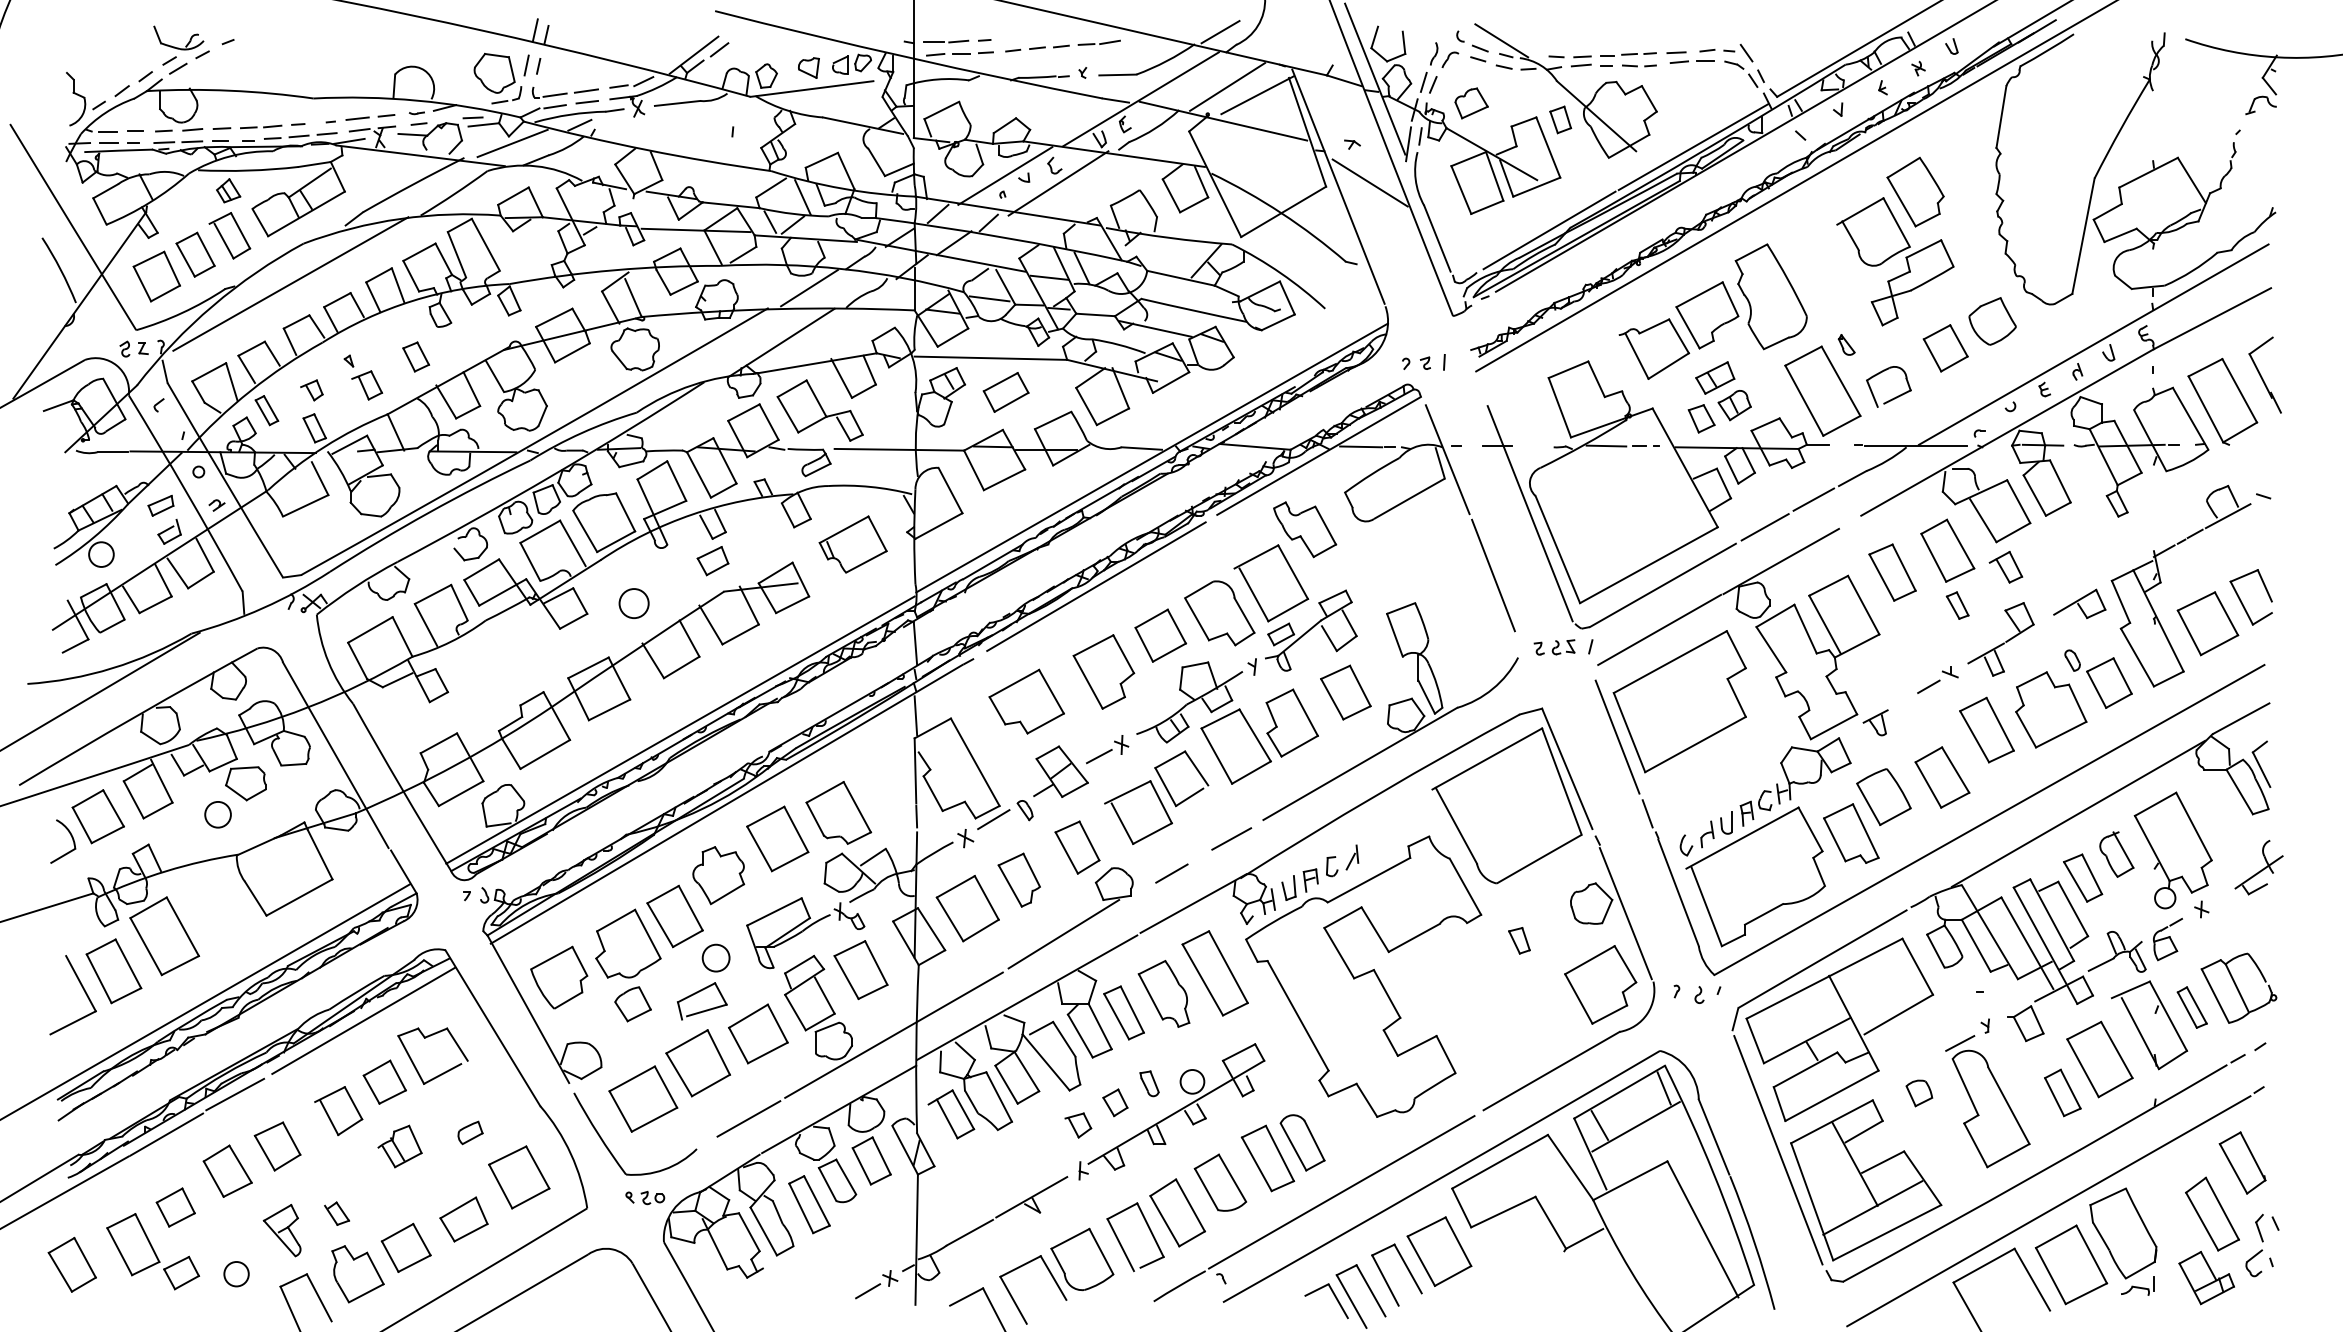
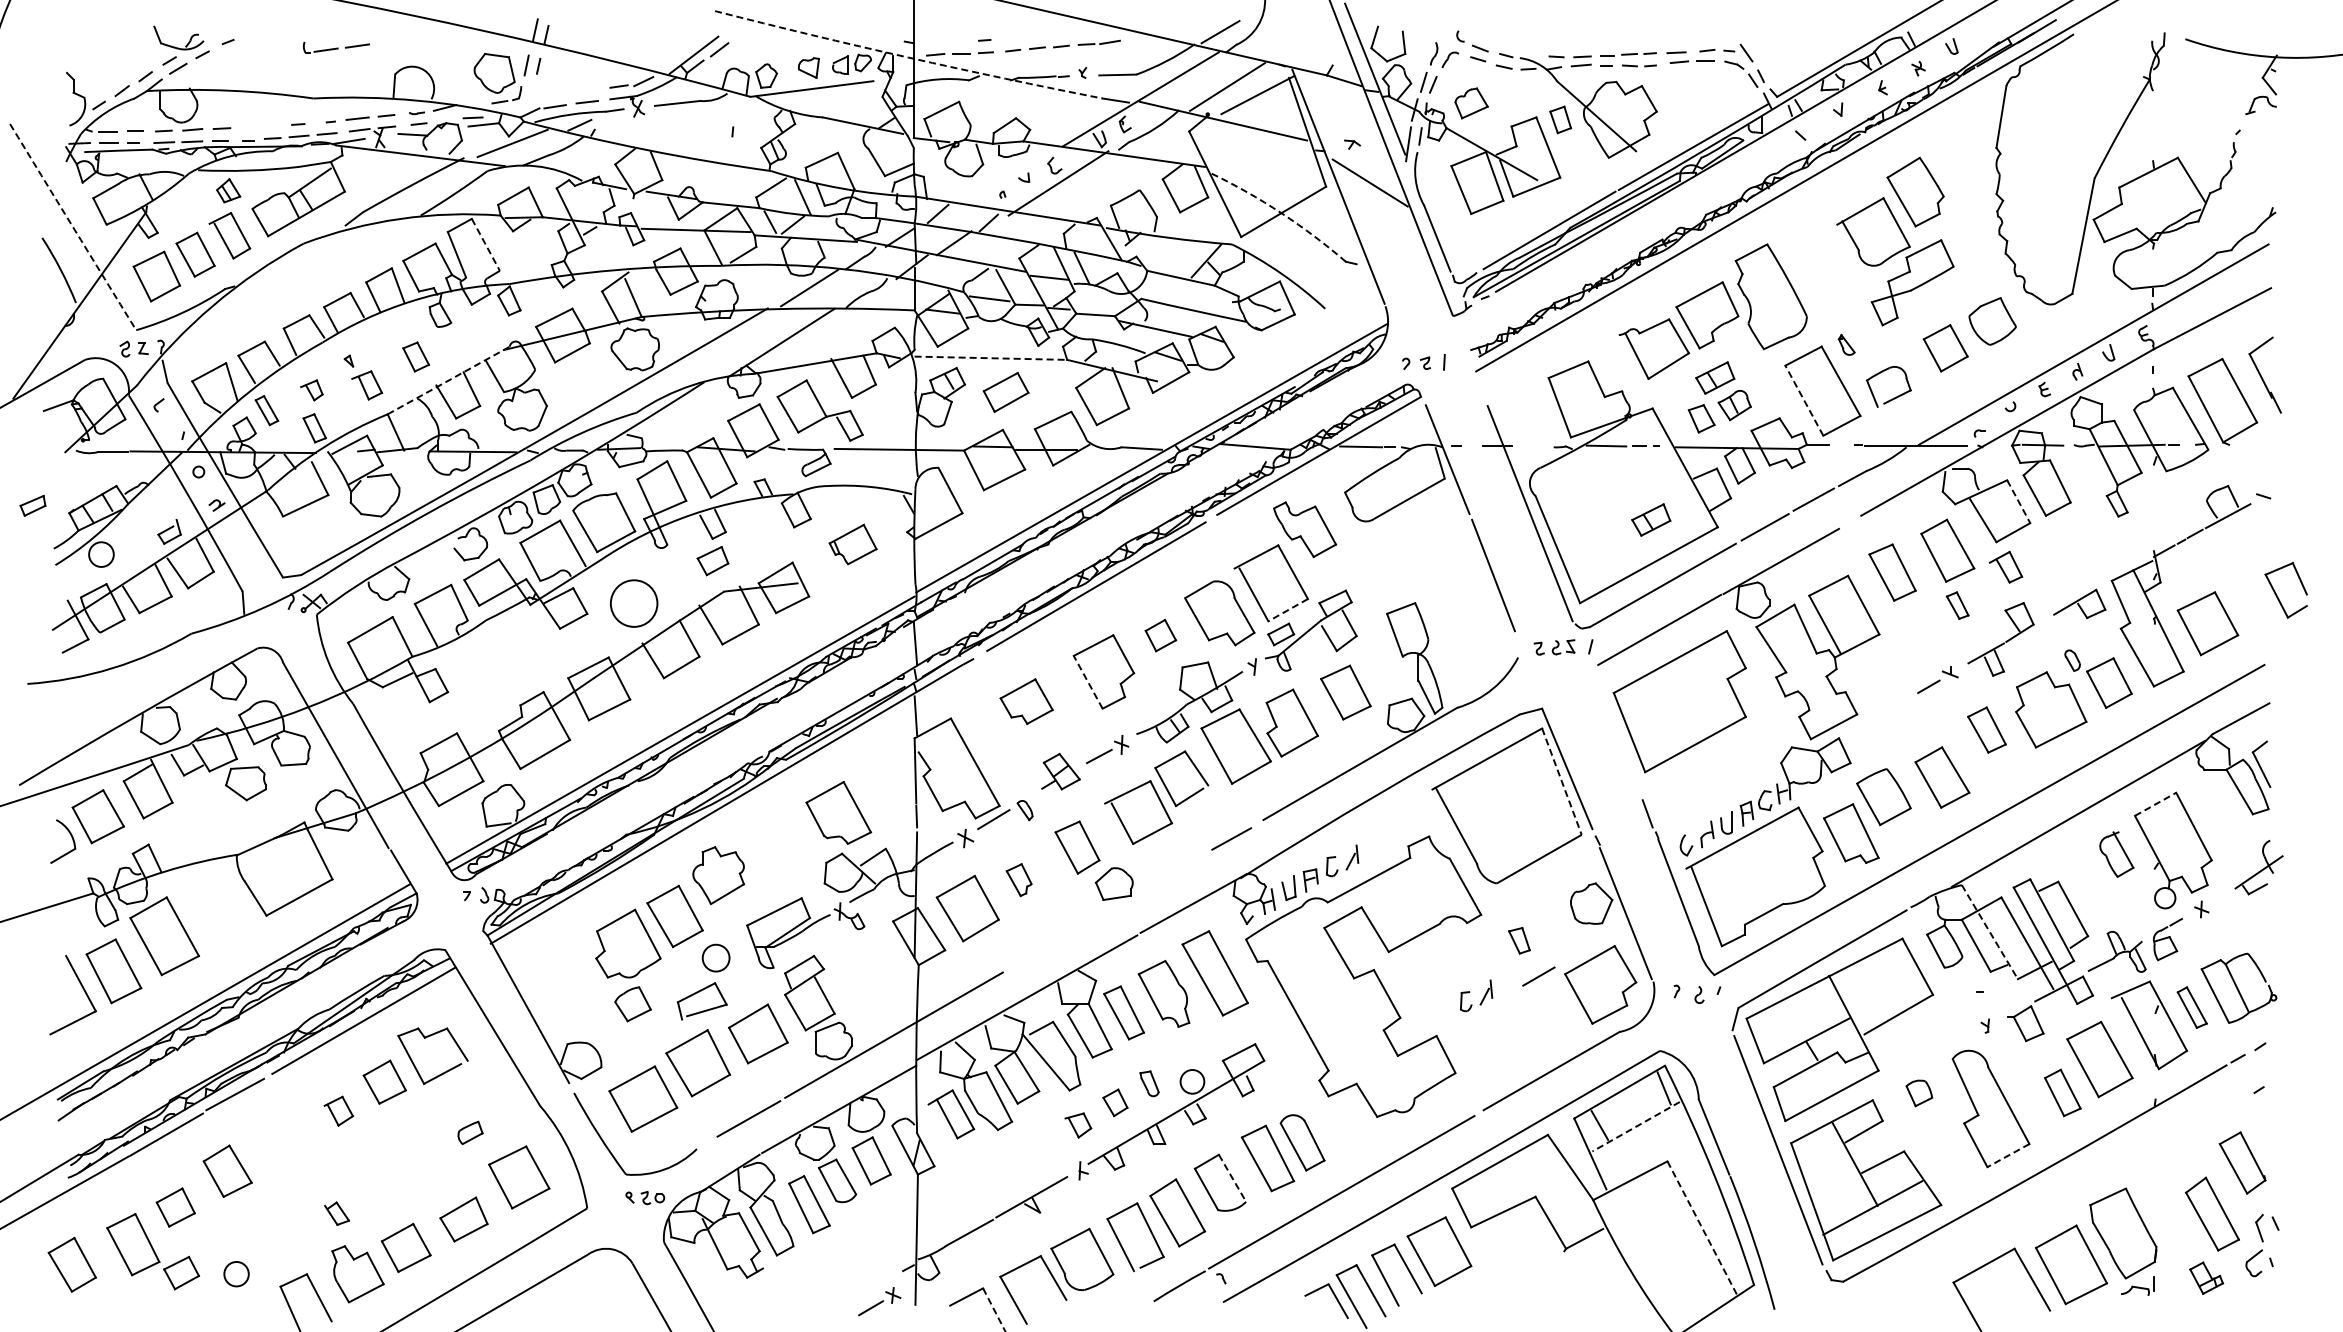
line at (1501, 40): present -> none
part at (946, 41): present -> none
arc at (908, 57): solid -> dashed
part at (564, 92) position: (564, 92) -> (335, 47)
part at (261, 126): present -> none
line at (1005, 175): present -> none
arc at (1281, 213): solid -> dashed
arc at (73, 227): solid -> dashed
line at (485, 244): solid -> dashed
line at (290, 283): present -> none
line at (991, 358): solid -> dashed
line at (448, 380): solid -> dashed
line at (1804, 400): solid -> dashed
line at (2018, 502): solid -> dashed
part at (160, 505) position: (160, 505) -> (32, 505)
part at (1651, 519): none -> present
part at (852, 544) size: 70x59 px -> 50x43 px
part at (2242, 602) position: (2242, 602) -> (2277, 595)
circle at (633, 603) diameter: 29 px -> 47 px
line at (1288, 610): solid -> dashed
part at (1160, 635) size: 54x55 px -> 34x35 px
line at (1087, 681): solid -> dashed
line at (100, 690): present -> none
part at (1026, 701) size: 77x67 px -> 55x47 px
part at (1875, 722): present -> none
part at (1986, 729) size: 56x68 px -> 40x48 px
line at (1617, 736): present -> none
part at (1060, 771) size: 56x53 px -> 40x39 px
line at (1561, 781): solid -> dashed
line at (2155, 804): solid -> dashed
circle at (217, 814): present -> none
part at (777, 838): present -> none
line at (1171, 873) position: (1171, 873) -> (1538, 976)
part at (2083, 877): present -> none
part at (1018, 879) size: 44x56 px -> 28x35 px
line at (1989, 932): solid -> dashed
line at (1063, 933): present -> none
part at (860, 970): present -> none
part at (559, 977): present -> none
part at (1470, 992): none -> present
line at (1960, 1043): present -> none
part at (338, 1111) size: 50x51 px -> 32x32 px
line at (1635, 1126): solid -> dashed
part at (277, 1146): present -> none
part at (399, 1146): present -> none
line at (2008, 1155): solid -> dashed
line at (1232, 1178): solid -> dashed
line at (2048, 1211): present -> none
line at (1702, 1229): solid -> dashed
part at (281, 1230): present -> none
part at (2206, 1278) size: 57x55 px -> 36x34 px
part at (876, 1284) position: (876, 1284) -> (879, 1301)
line at (994, 1310): solid -> dashed
